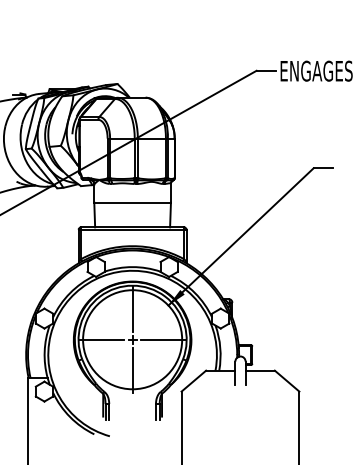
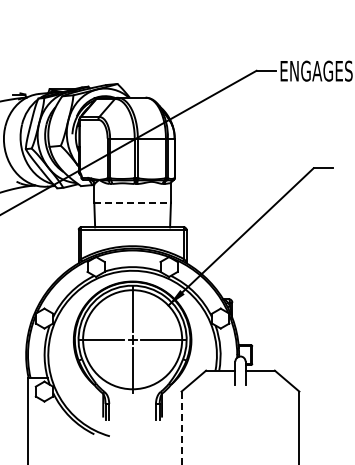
line at (133, 202): solid -> dashed
line at (181, 428): solid -> dashed
